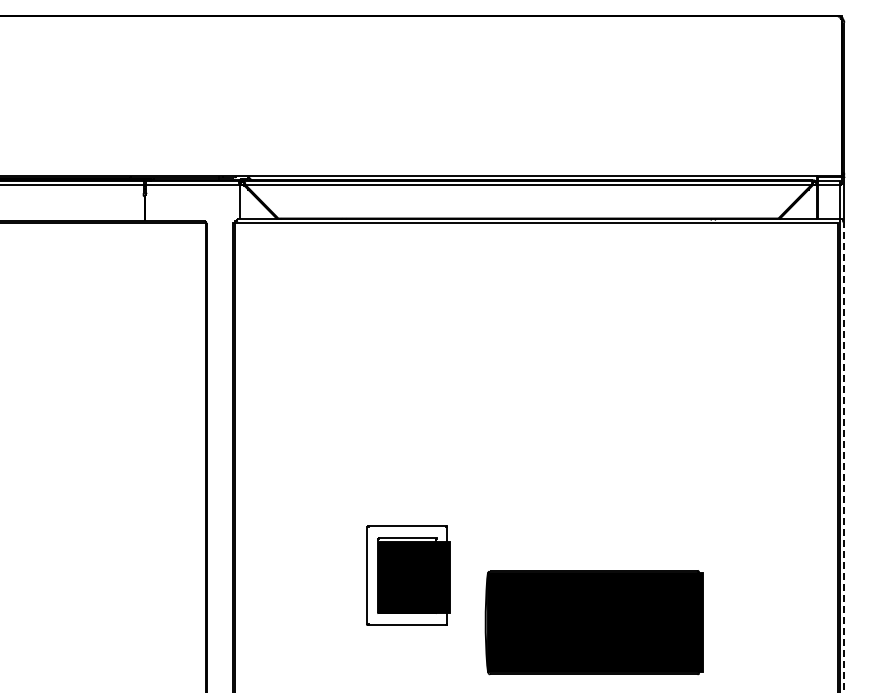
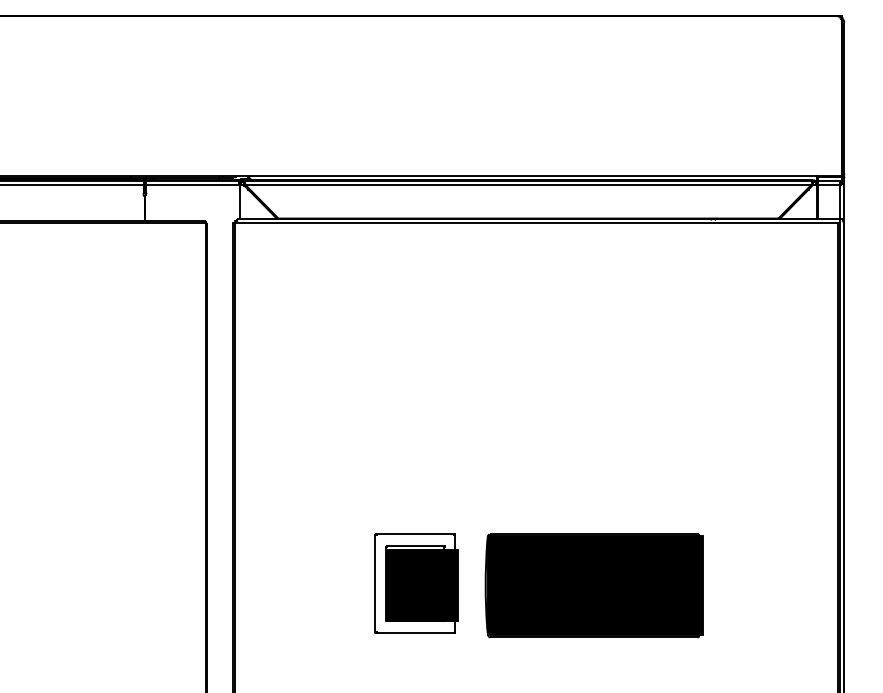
line at (844, 456): dashed -> solid
part at (408, 575) position: (408, 575) -> (416, 583)
part at (593, 622) position: (593, 622) -> (593, 585)
